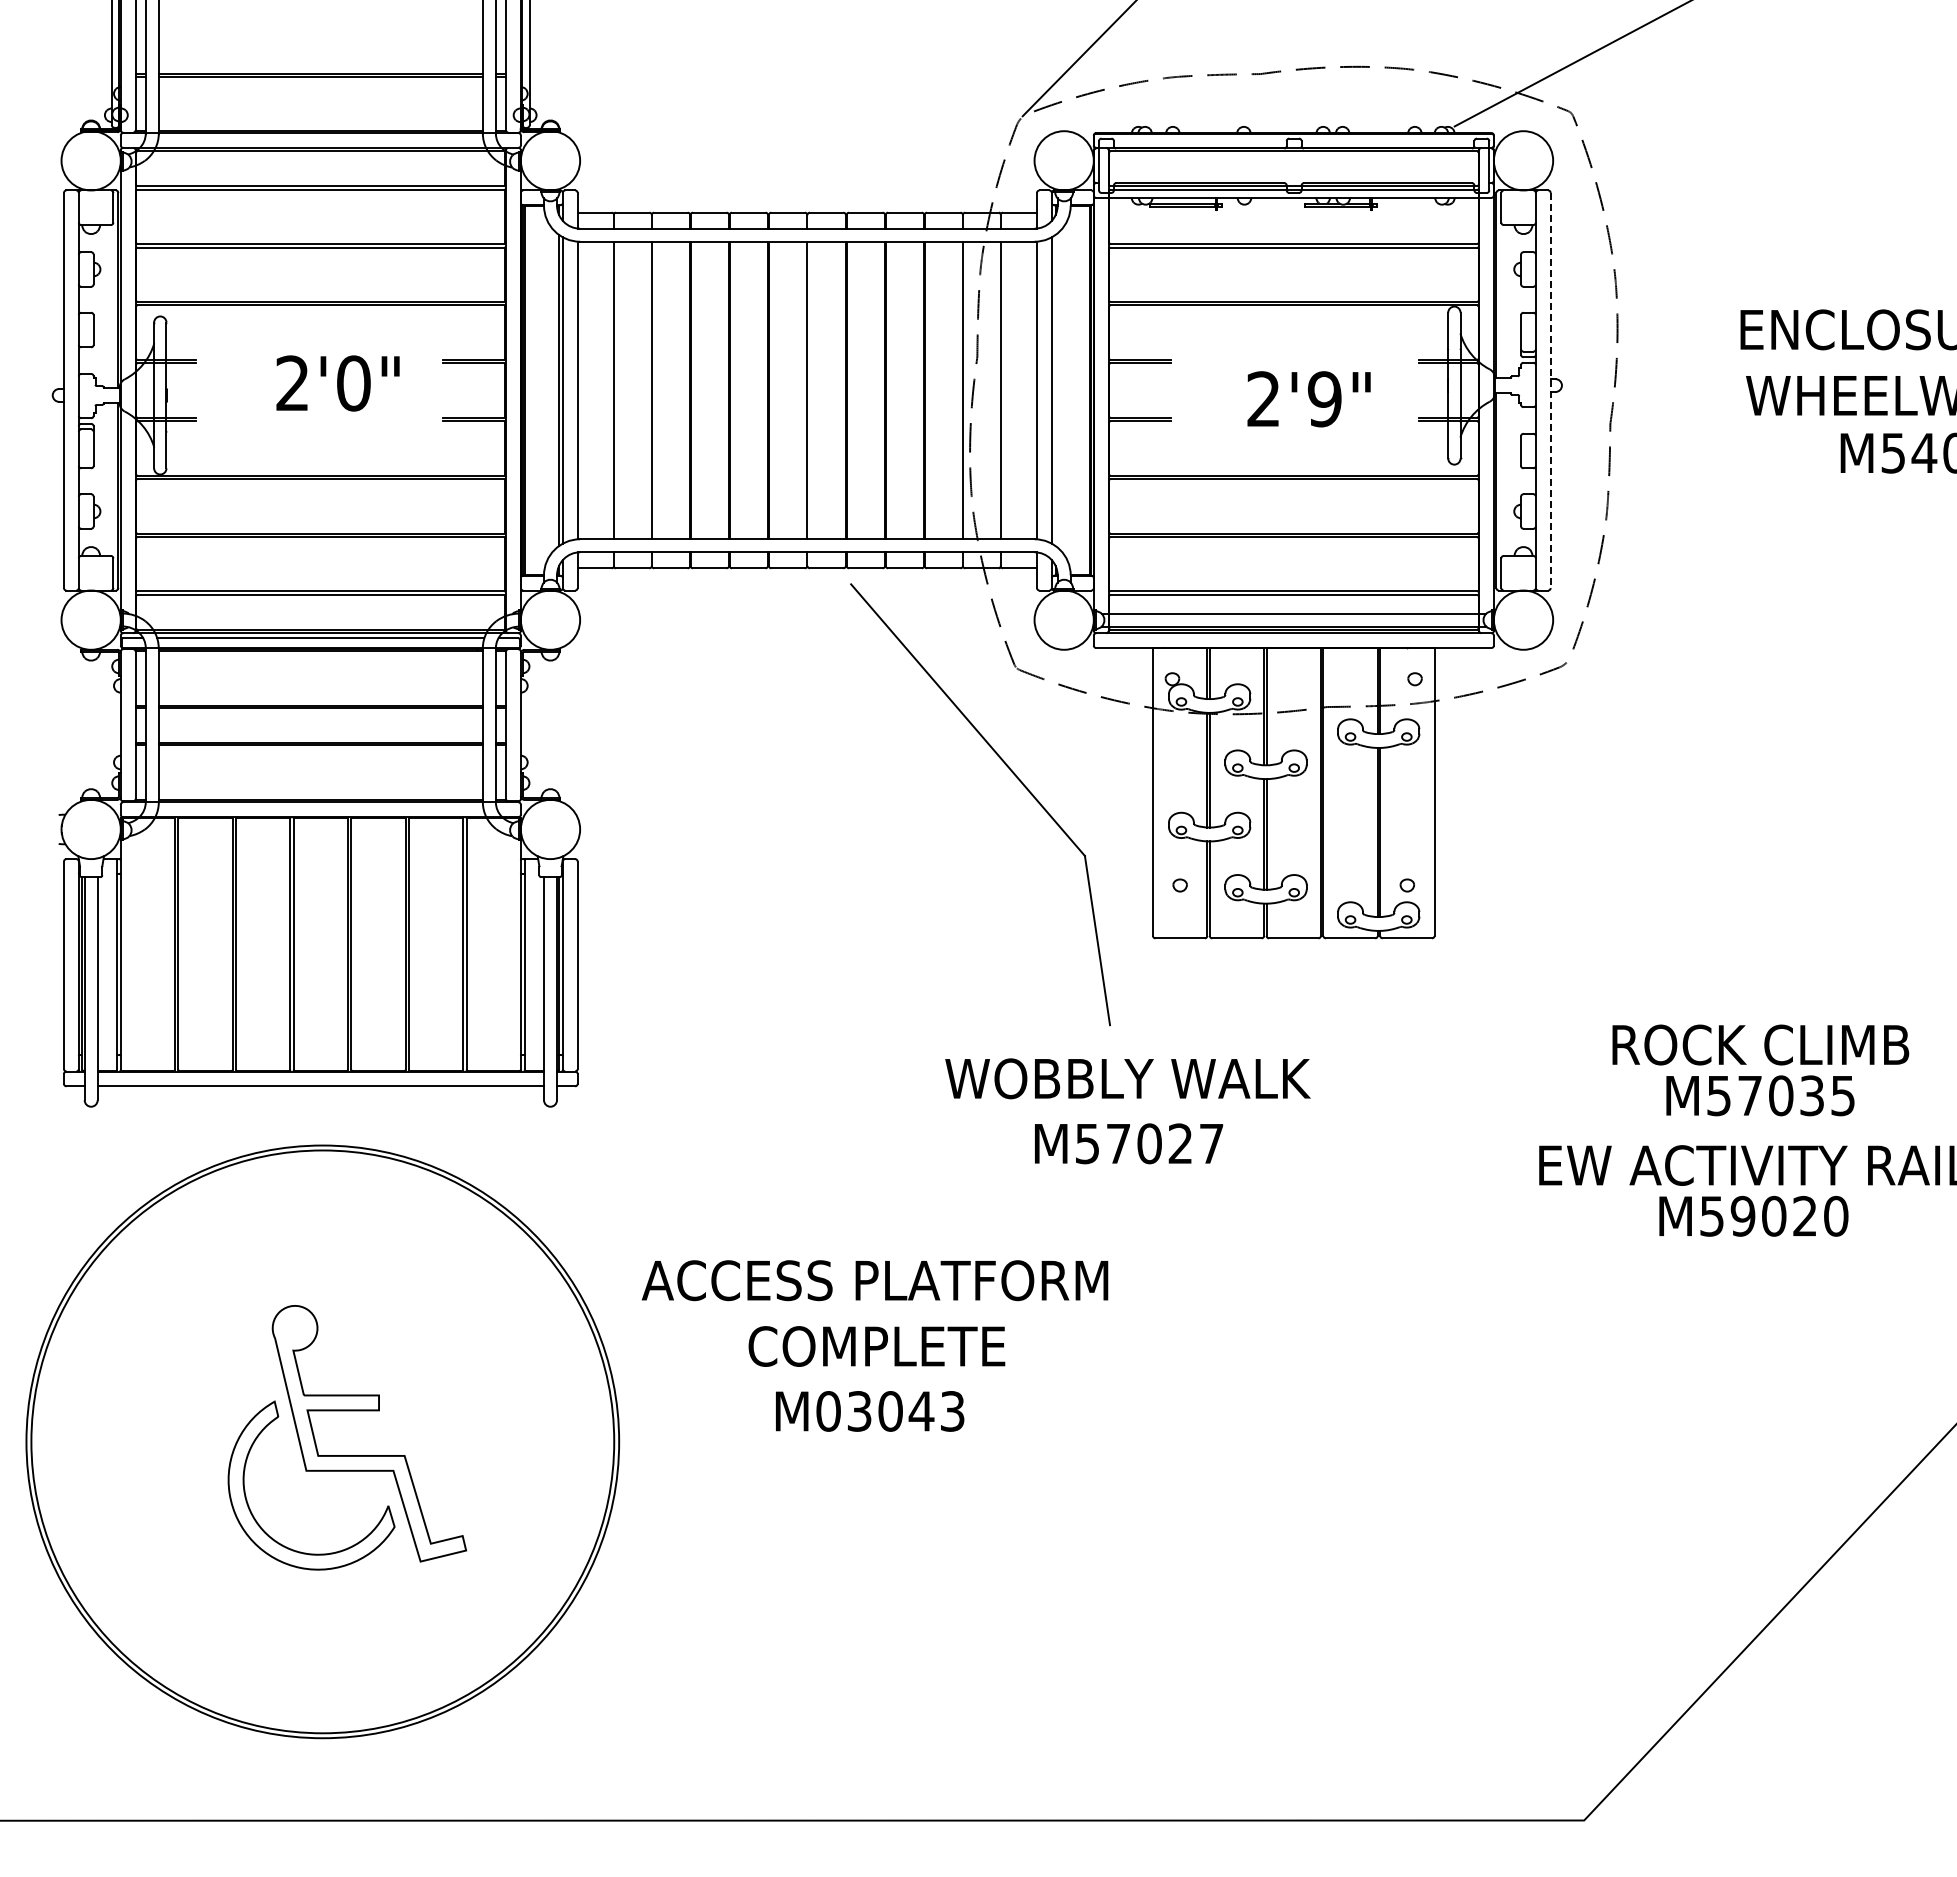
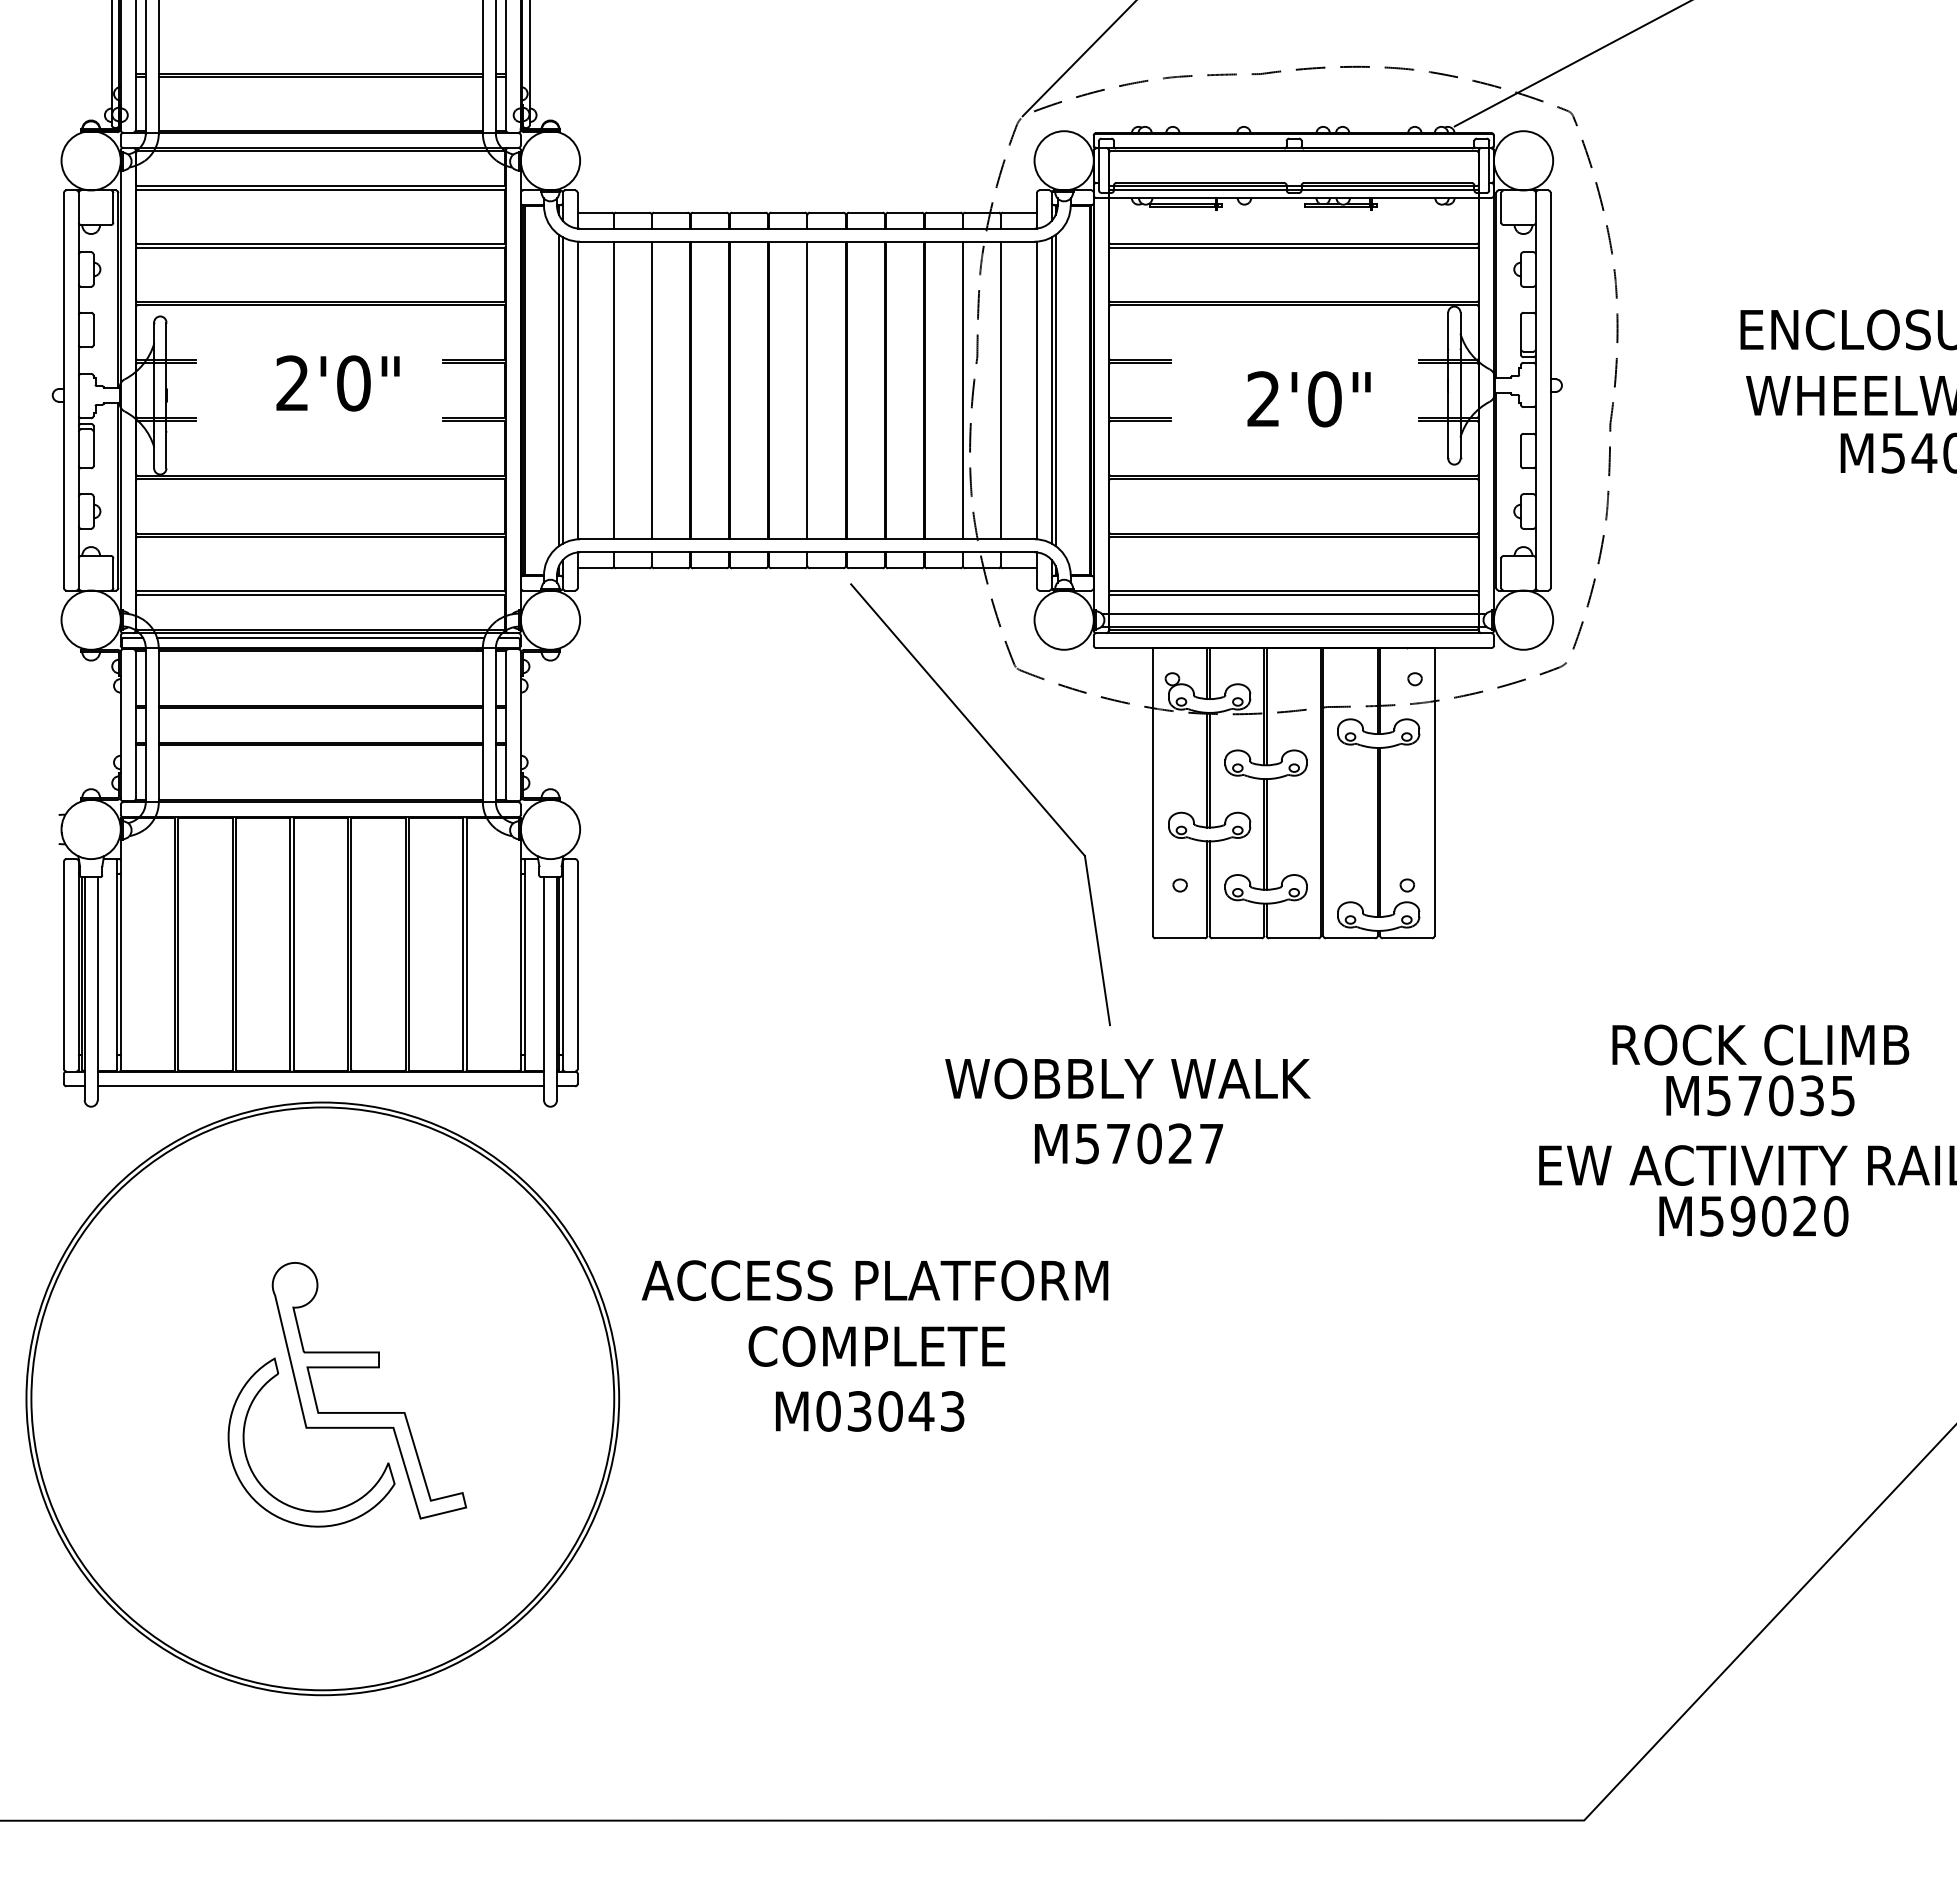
line at (1055, 390): none -> present
line at (1550, 390): dashed -> solid
text at (1324, 399): 2'9" -> 2'0"
part at (322, 1441) position: (322, 1441) -> (322, 1398)
